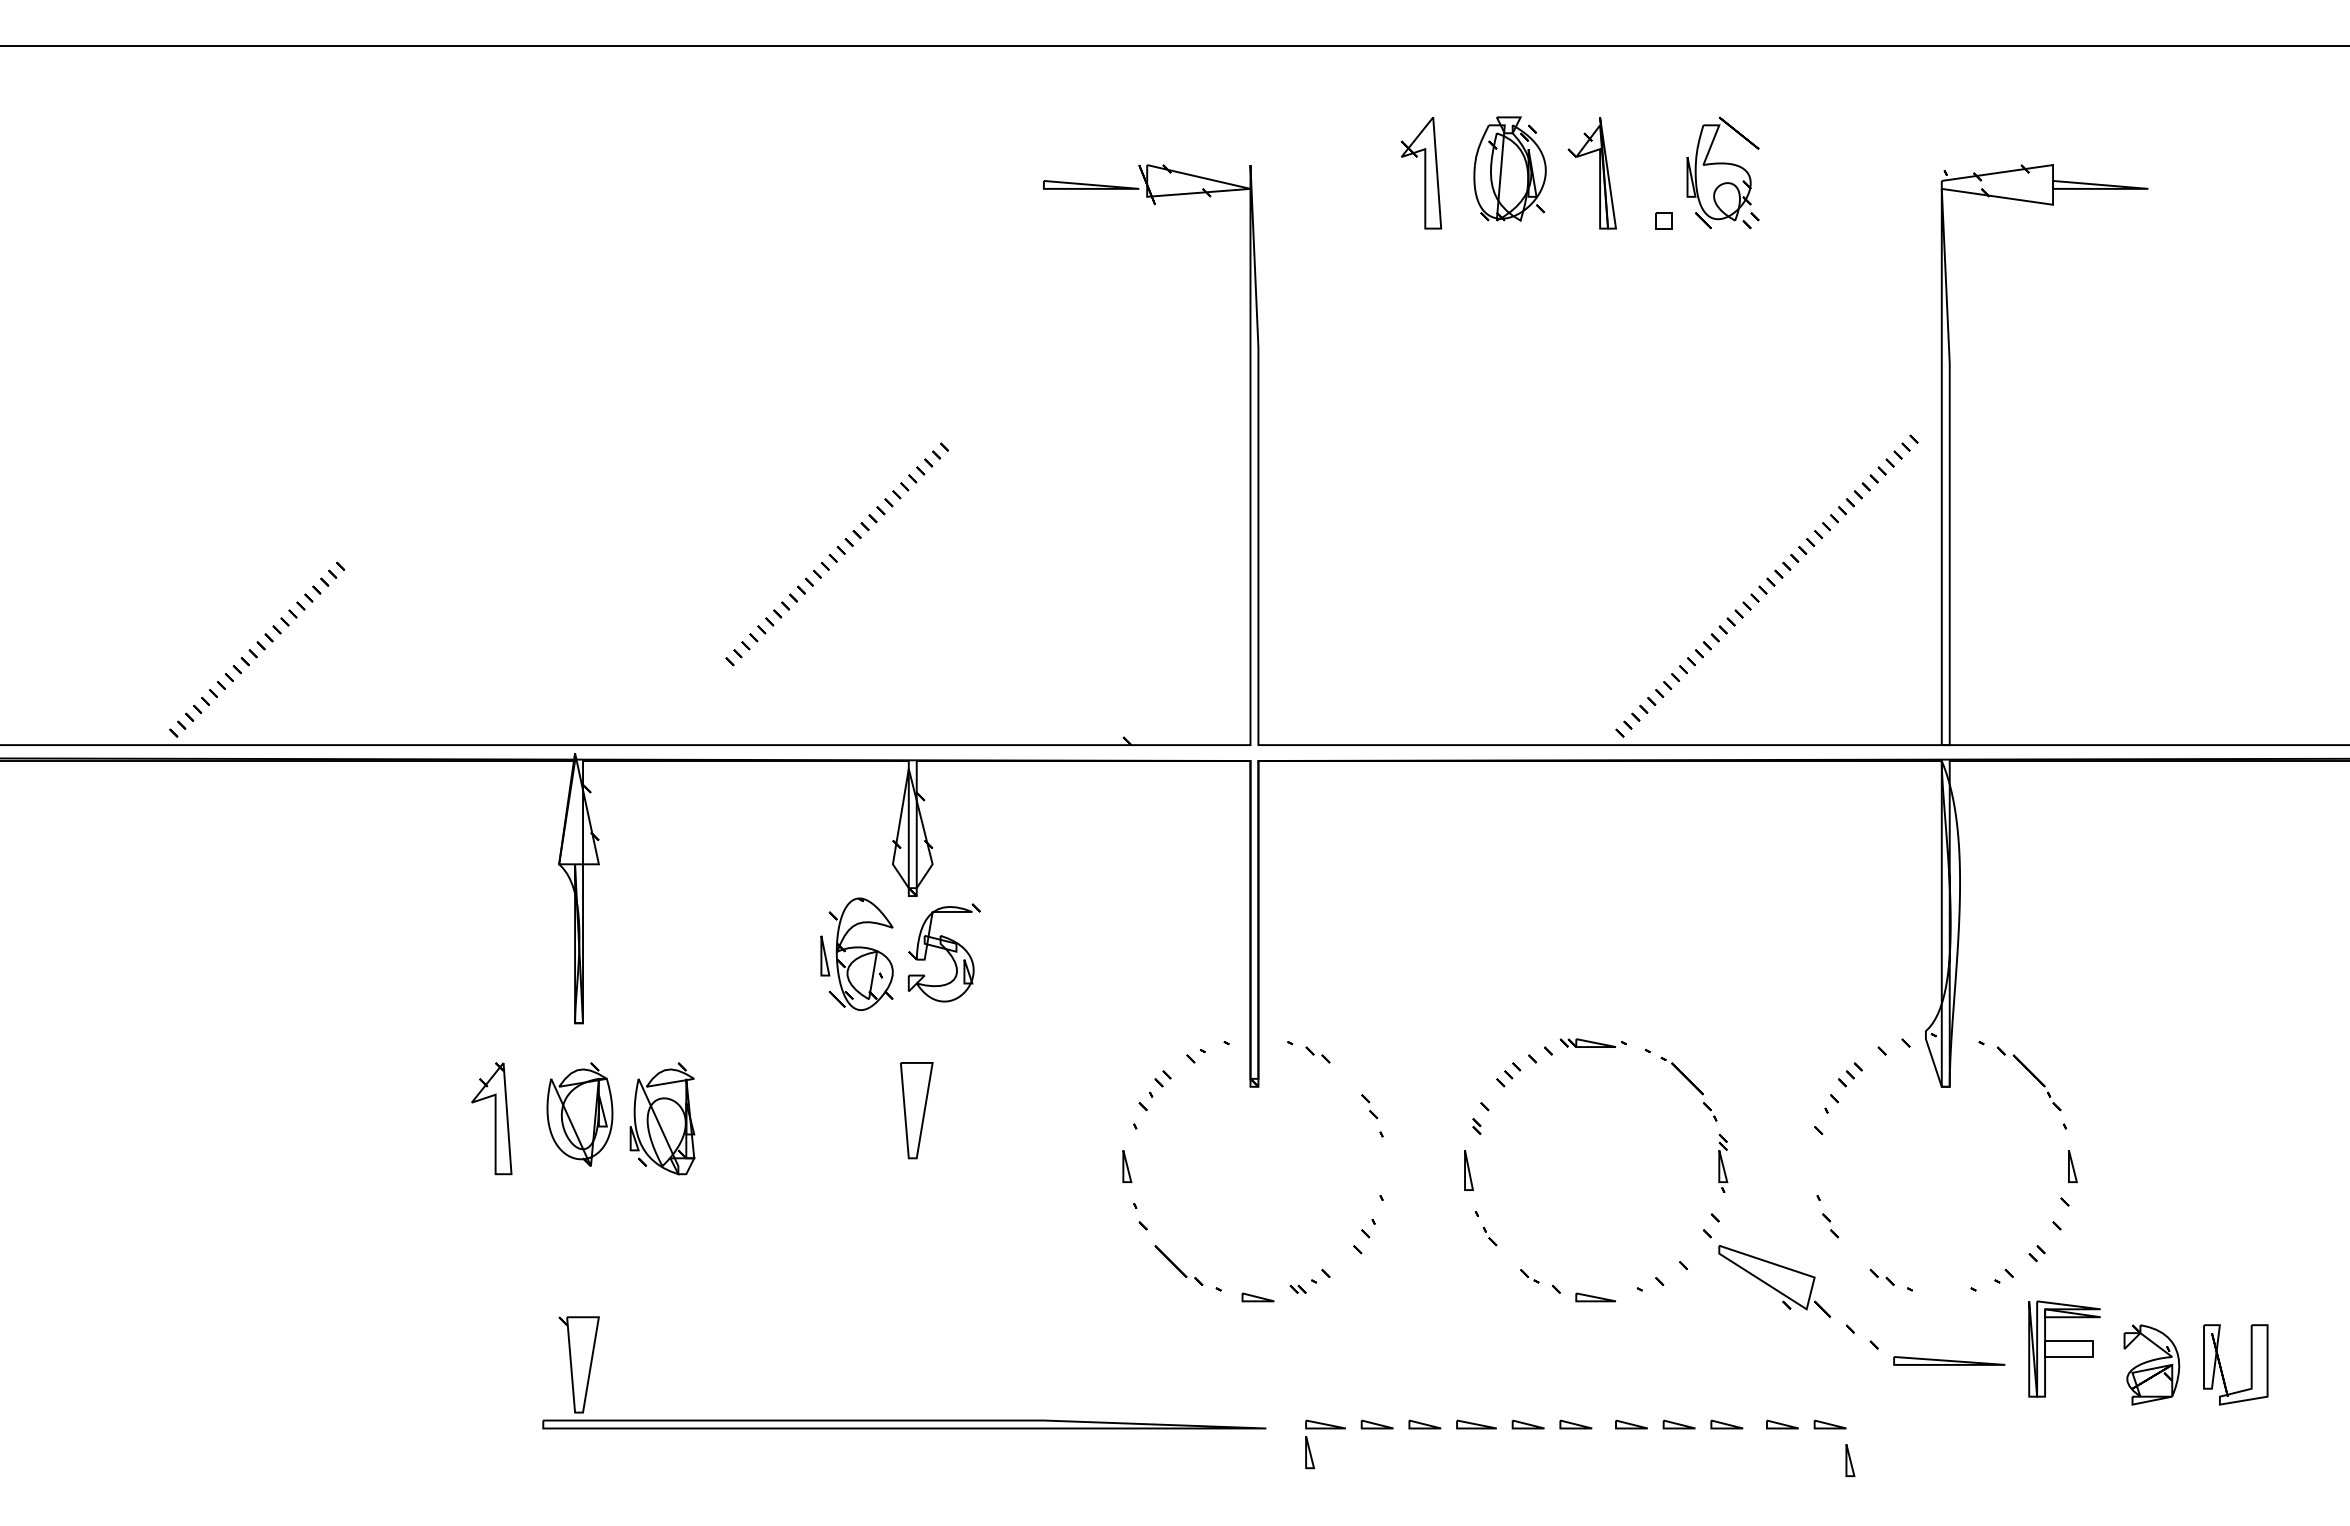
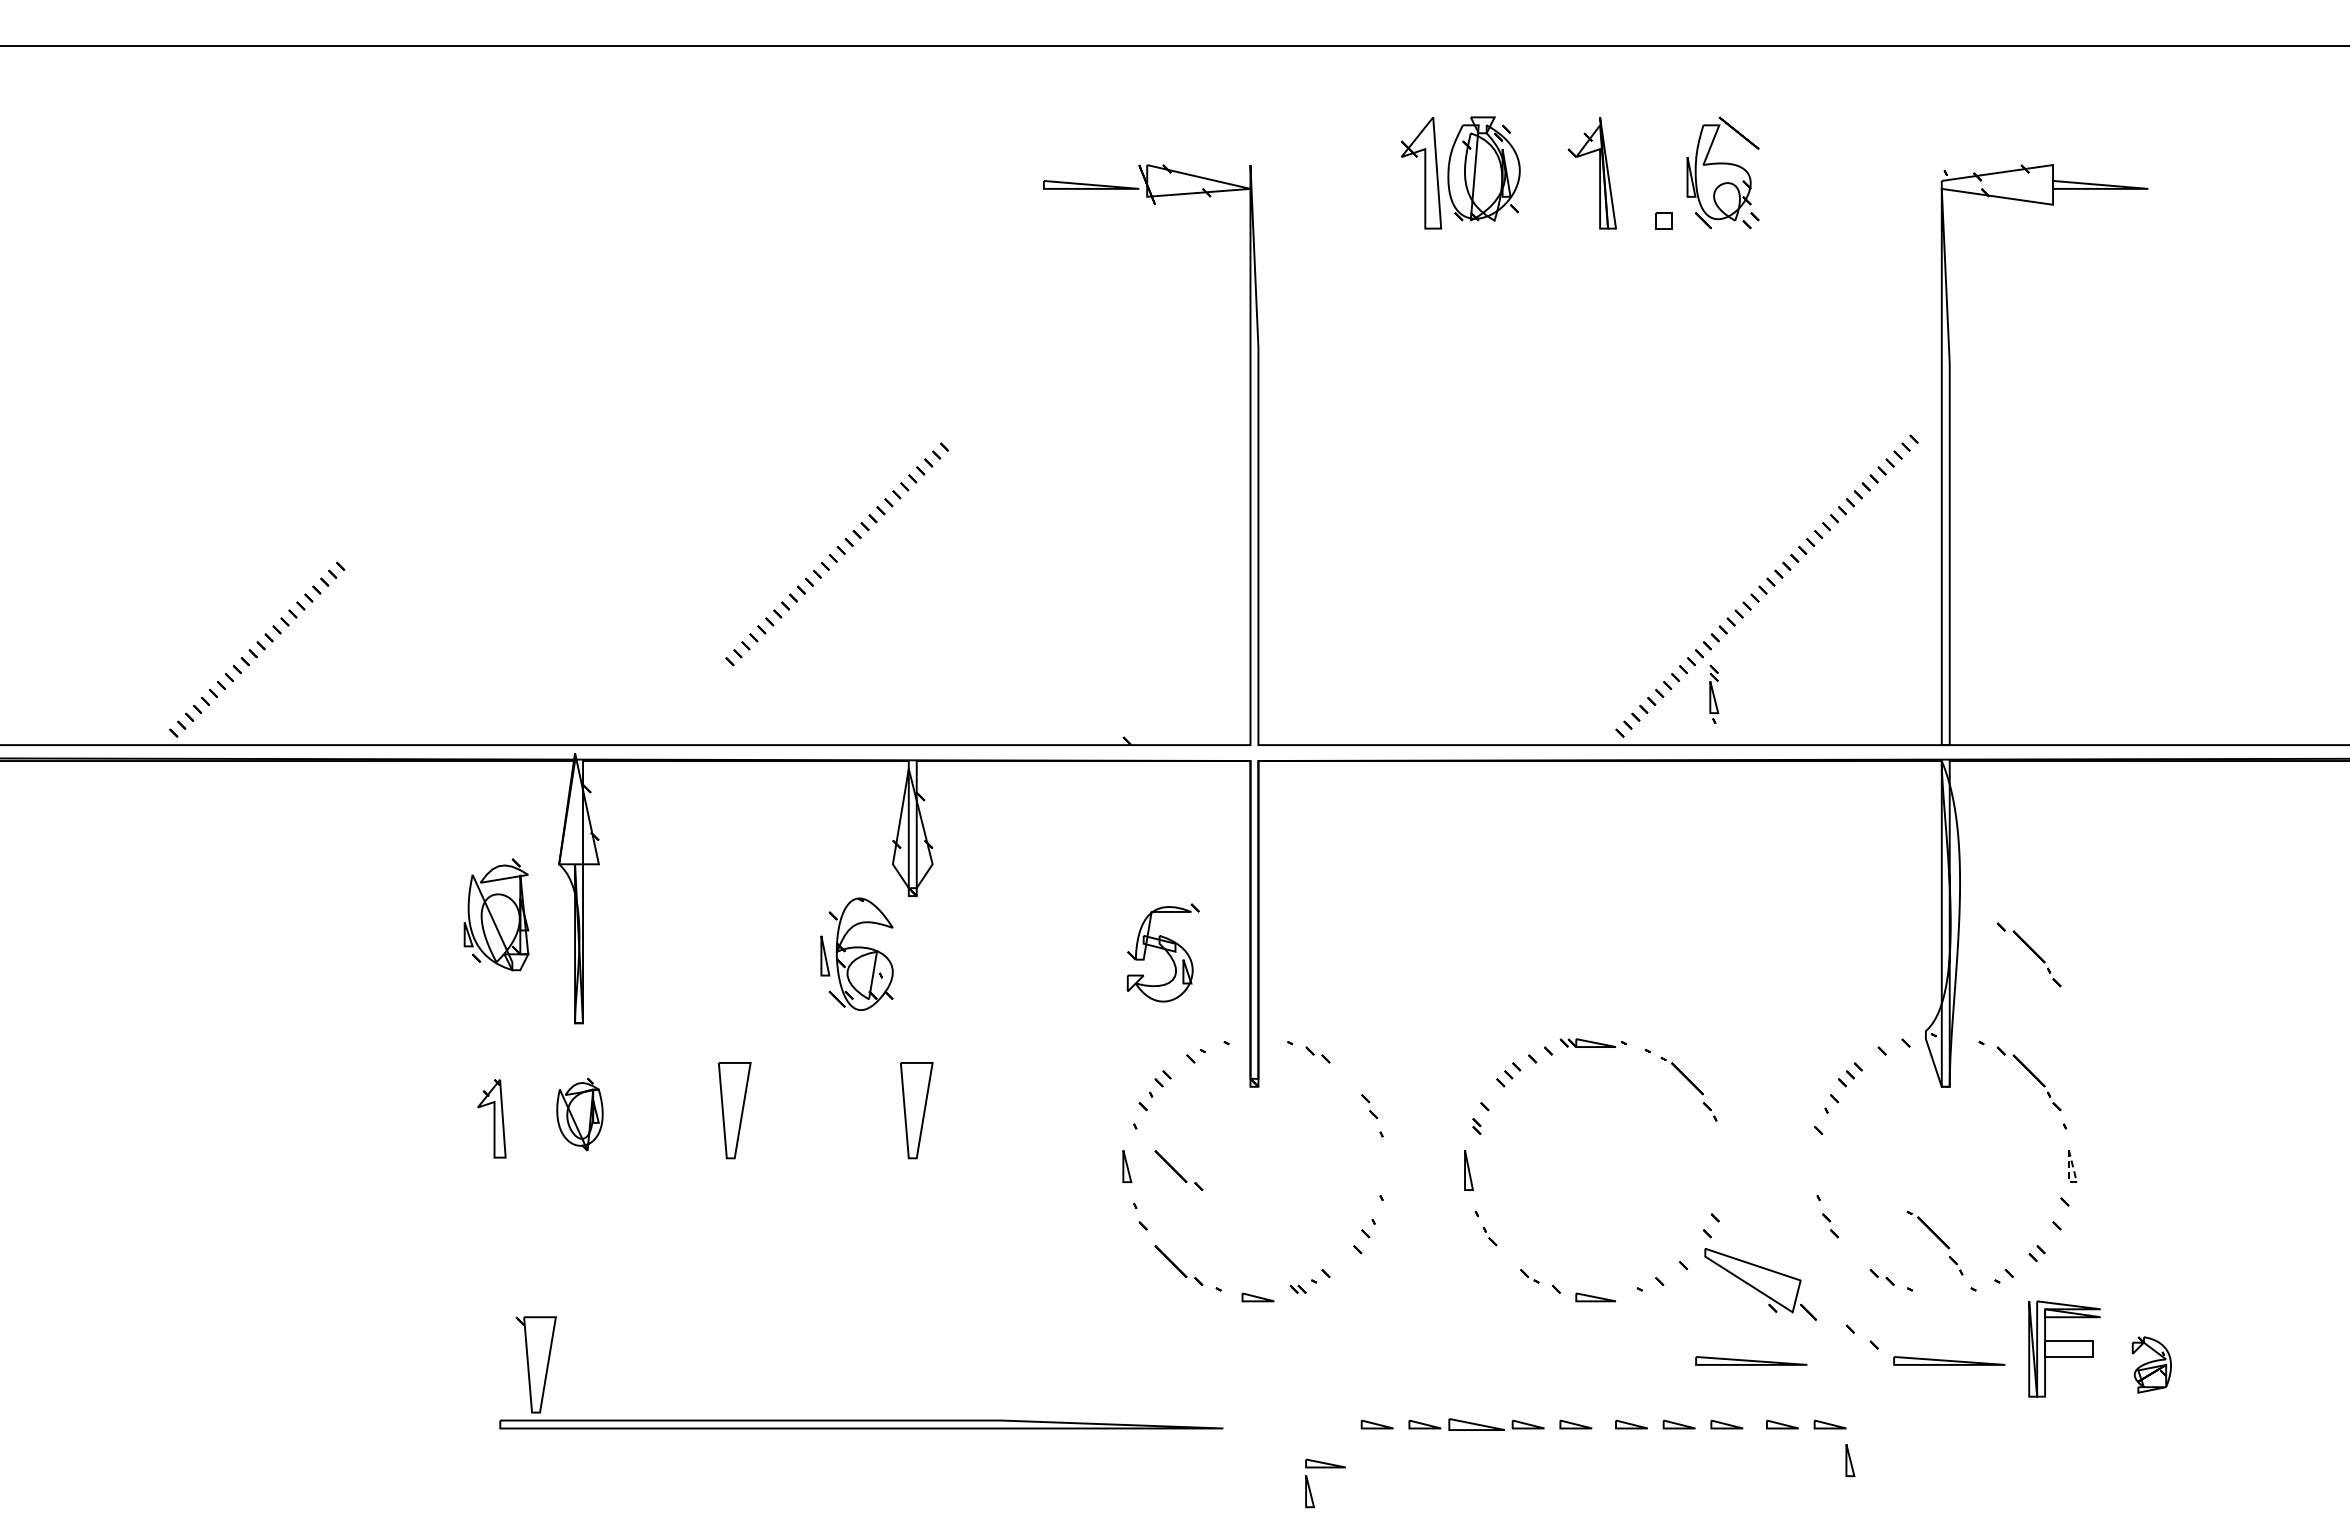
part at (1509, 168) position: (1509, 168) -> (1483, 168)
part at (943, 952) position: (943, 952) -> (1162, 952)
part at (2028, 954): none -> present
part at (734, 1110): none -> present
part at (579, 1114) size: 68x105 px -> 48x75 px
part at (491, 1118) size: 42x114 px -> 30x80 px
part at (662, 1118) position: (662, 1118) -> (496, 914)
part at (1723, 1163) position: (1723, 1163) -> (1714, 694)
part at (1178, 1170): none -> present
line at (2073, 1182): solid -> dashed
part at (1934, 1243): none -> present
part at (1774, 1281) position: (1774, 1281) -> (1760, 1284)
part at (1751, 1360): none -> present
part at (2151, 1364) size: 58x82 px -> 41x58 px
part at (2222, 1369): present -> none
part at (904, 1419) position: (904, 1419) -> (861, 1419)
part at (1476, 1424) size: 41x11 px -> 57x13 px
part at (1325, 1429) position: (1325, 1429) -> (1325, 1468)
